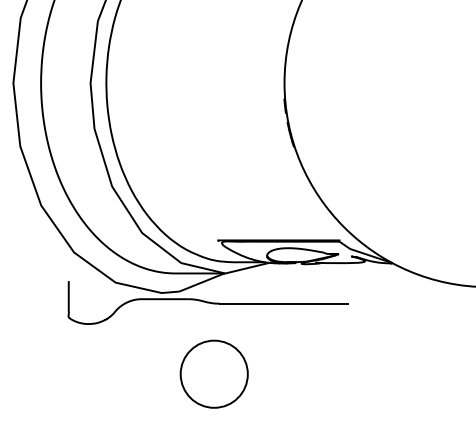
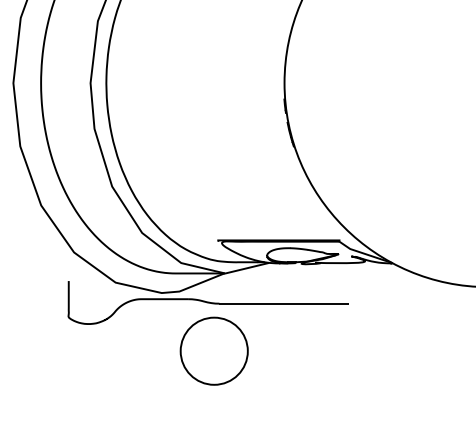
circle at (213, 373) position: (213, 373) -> (213, 350)
